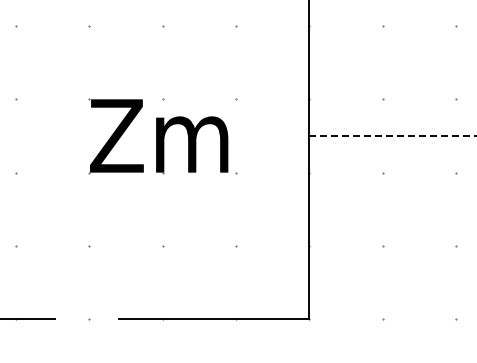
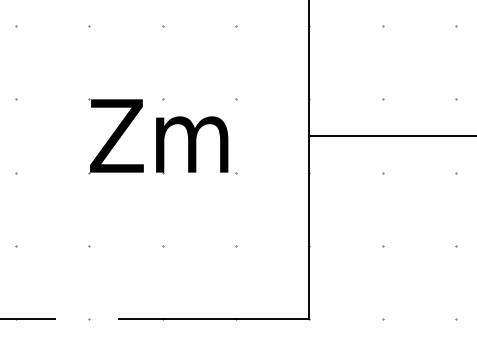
line at (393, 135): dashed -> solid
